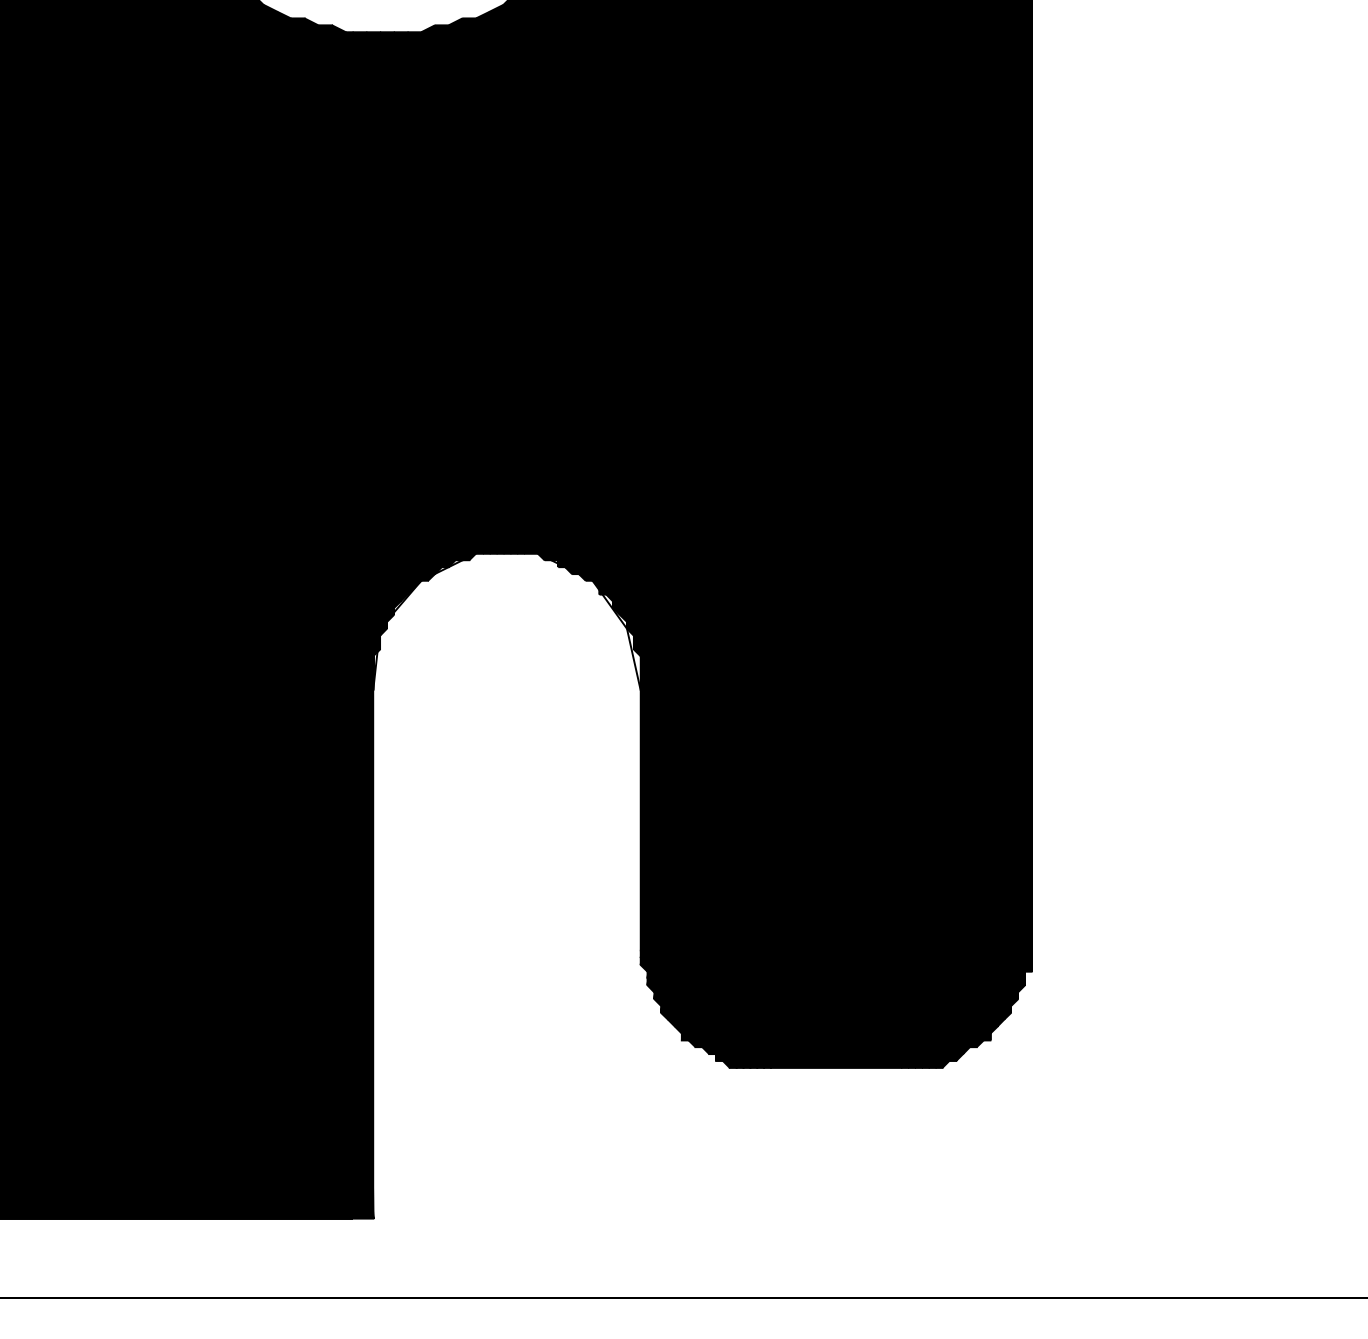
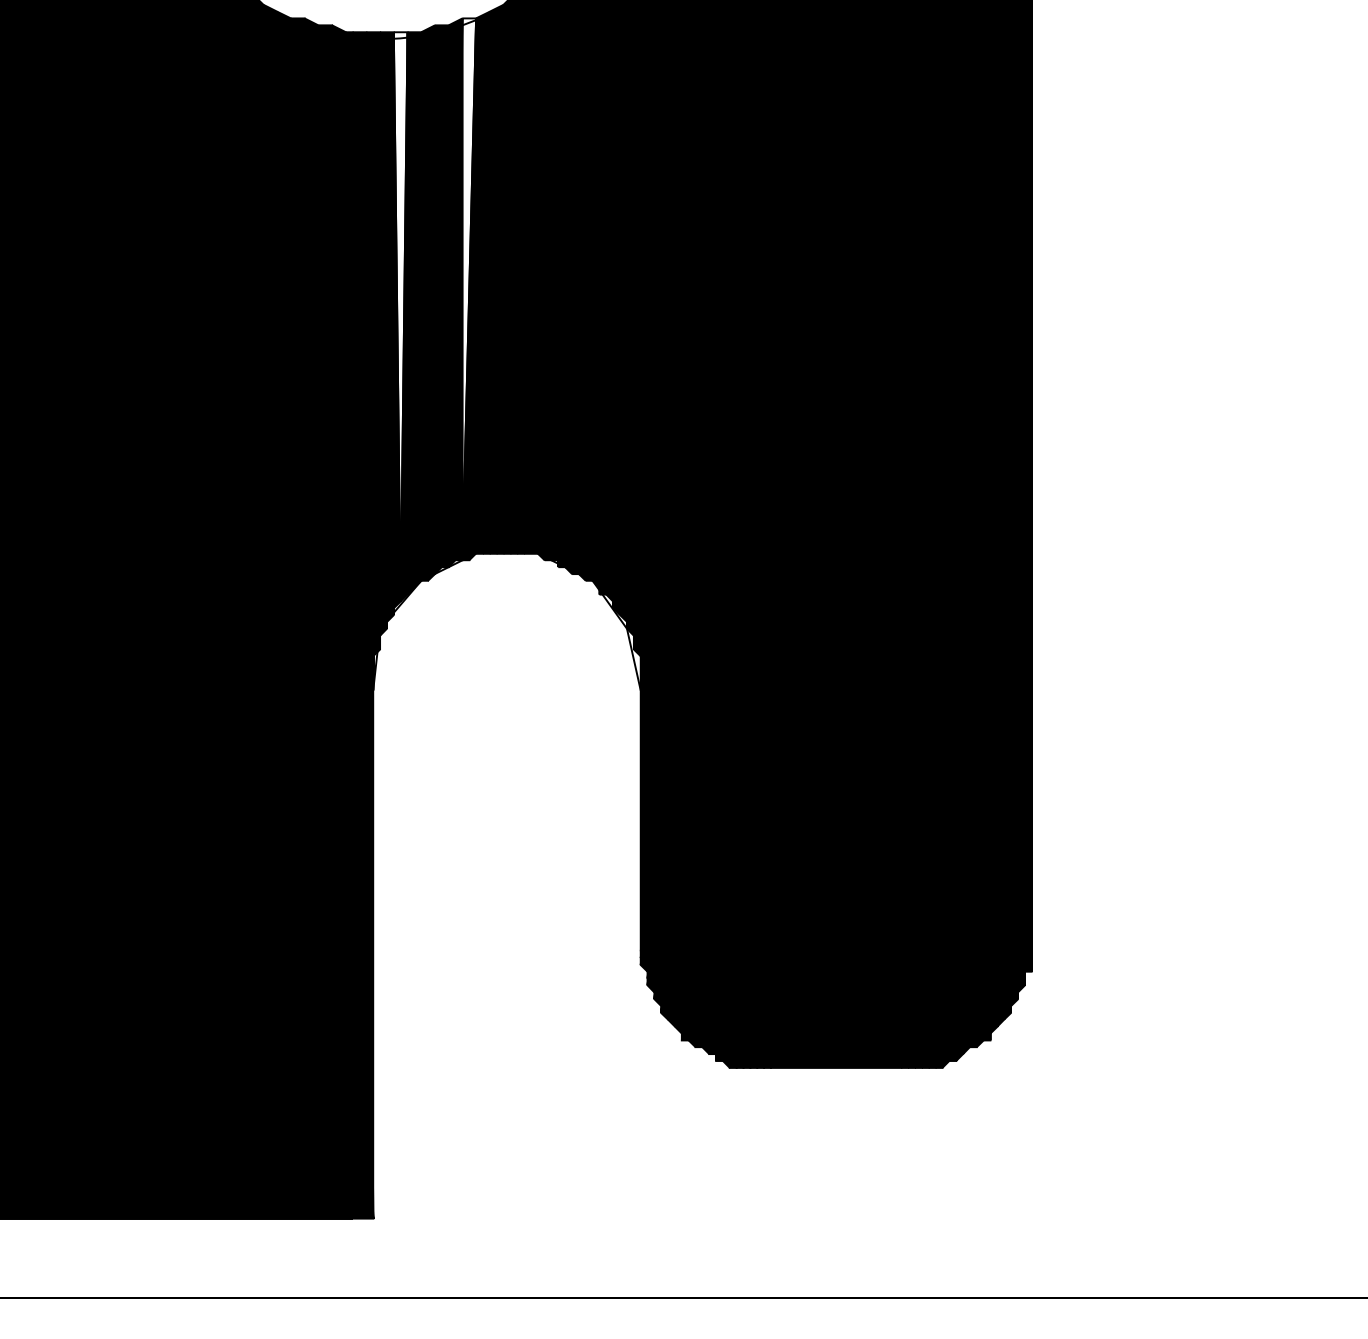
fill at (469, 289): present -> none
fill at (400, 316): present -> none
